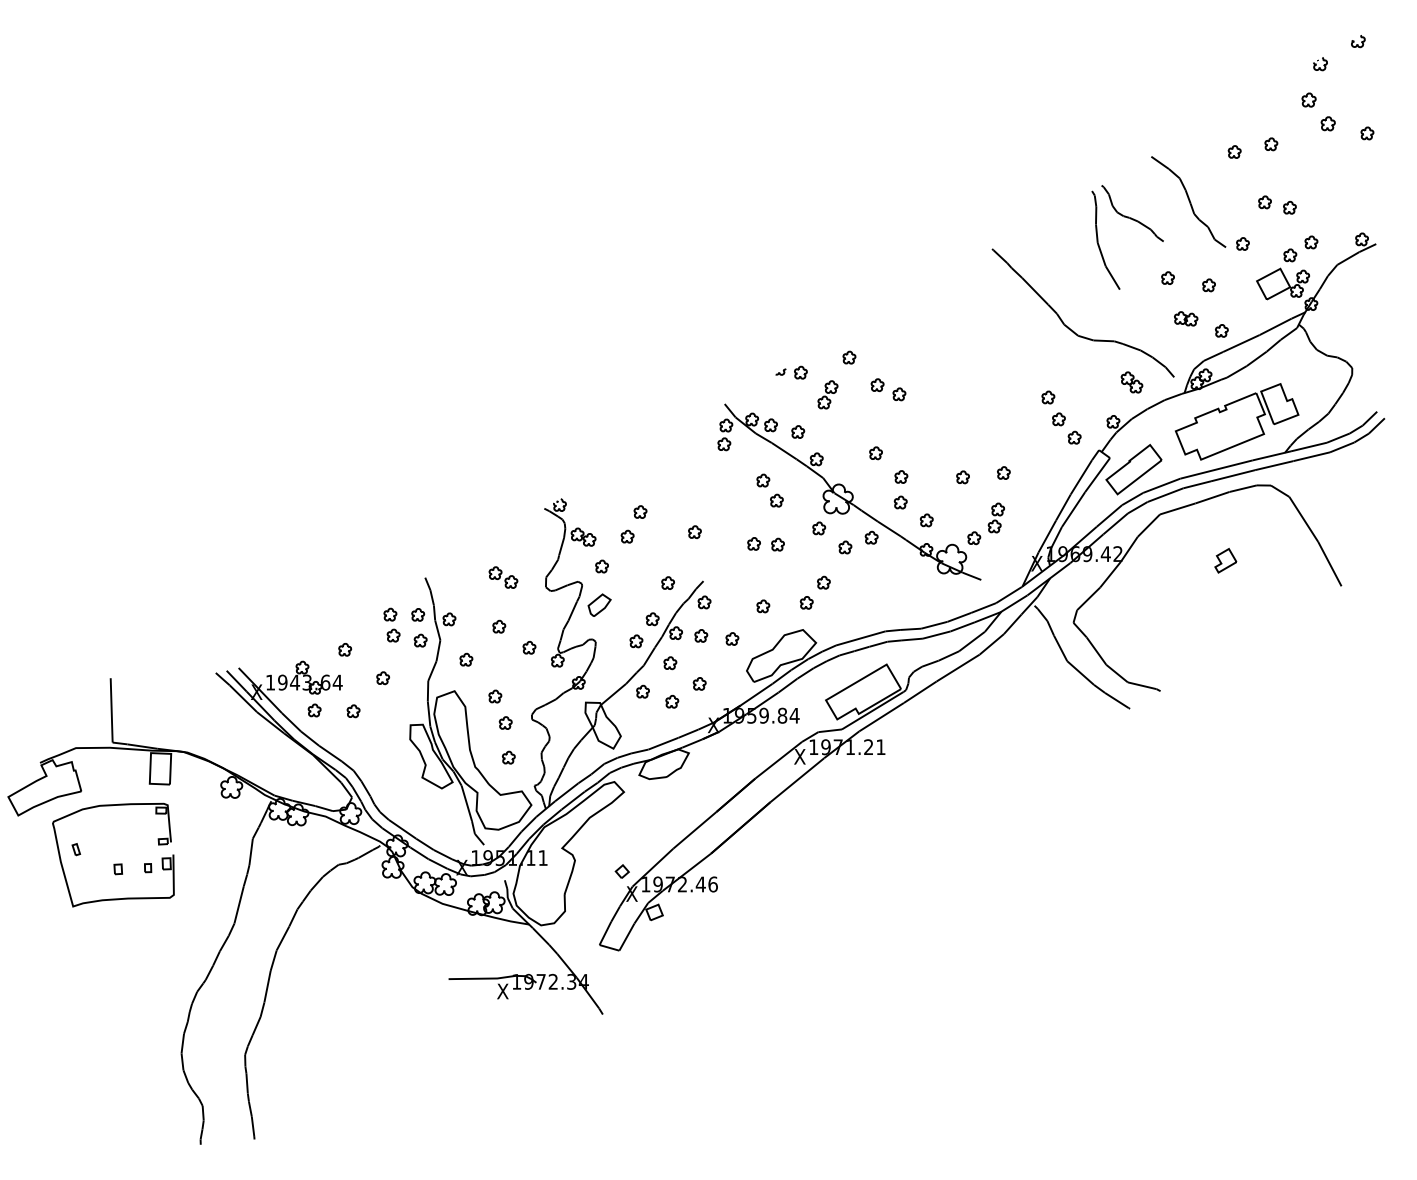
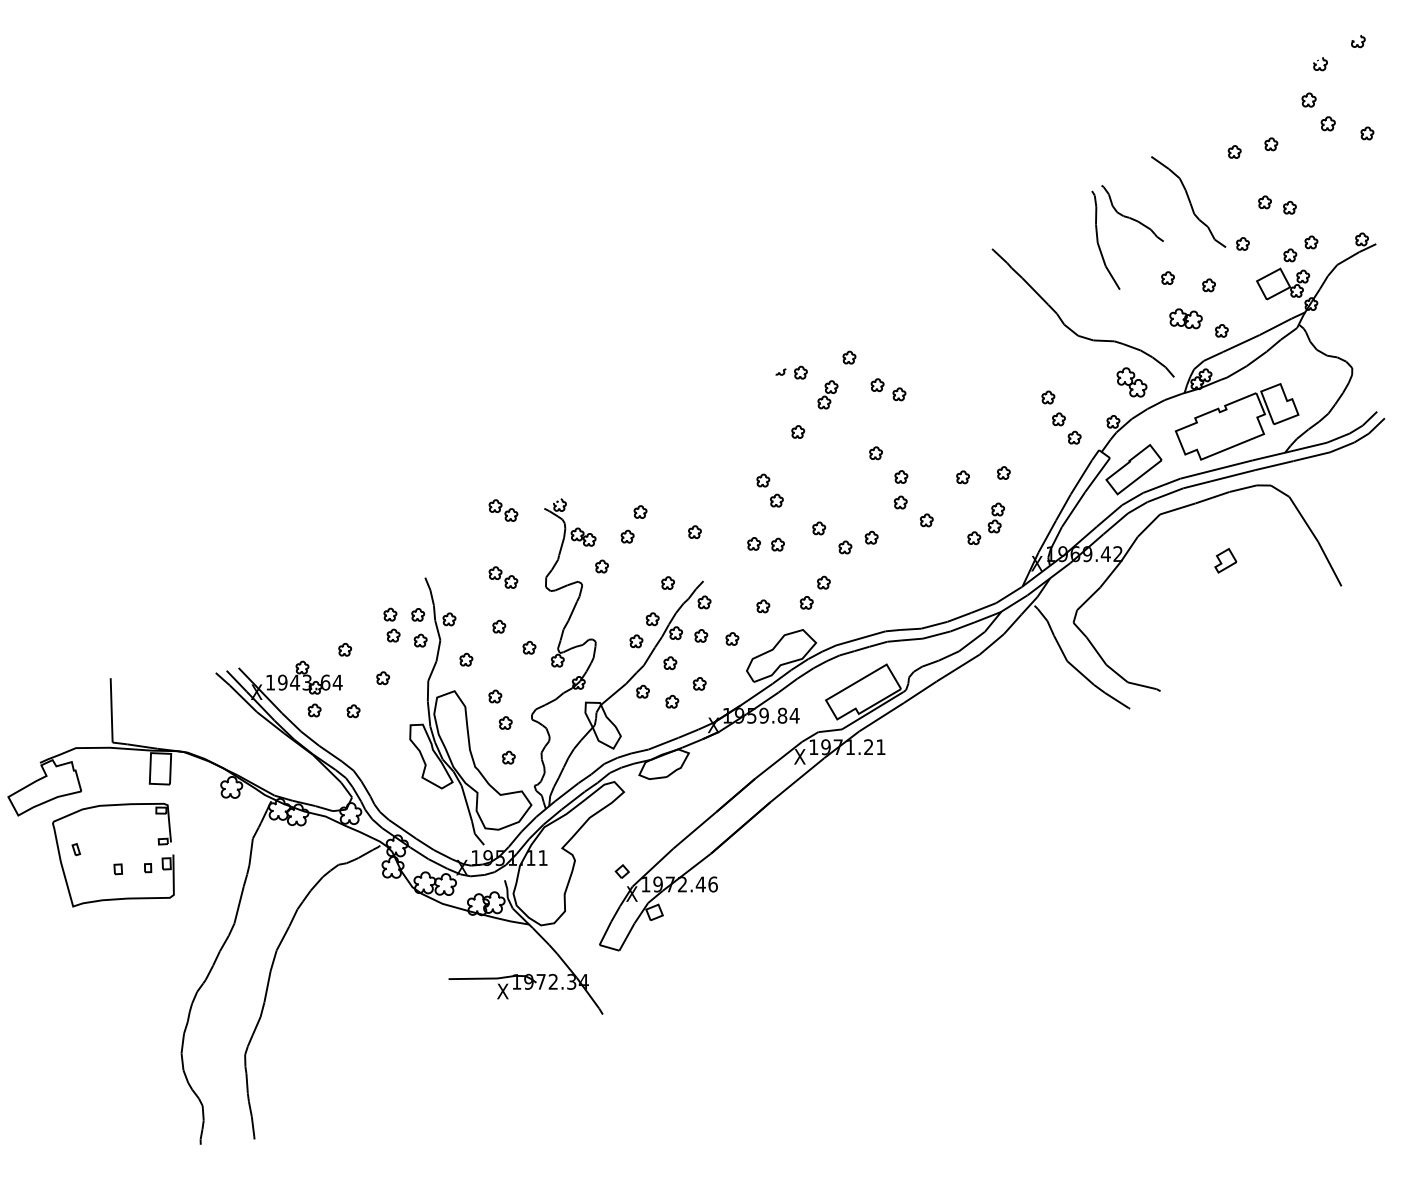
part at (1186, 318) size: 25x16 px -> 34x22 px
part at (1131, 382) size: 24x23 px -> 32x31 px
part at (849, 491): present -> none
part at (503, 510): none -> present
part at (599, 604): present -> none
